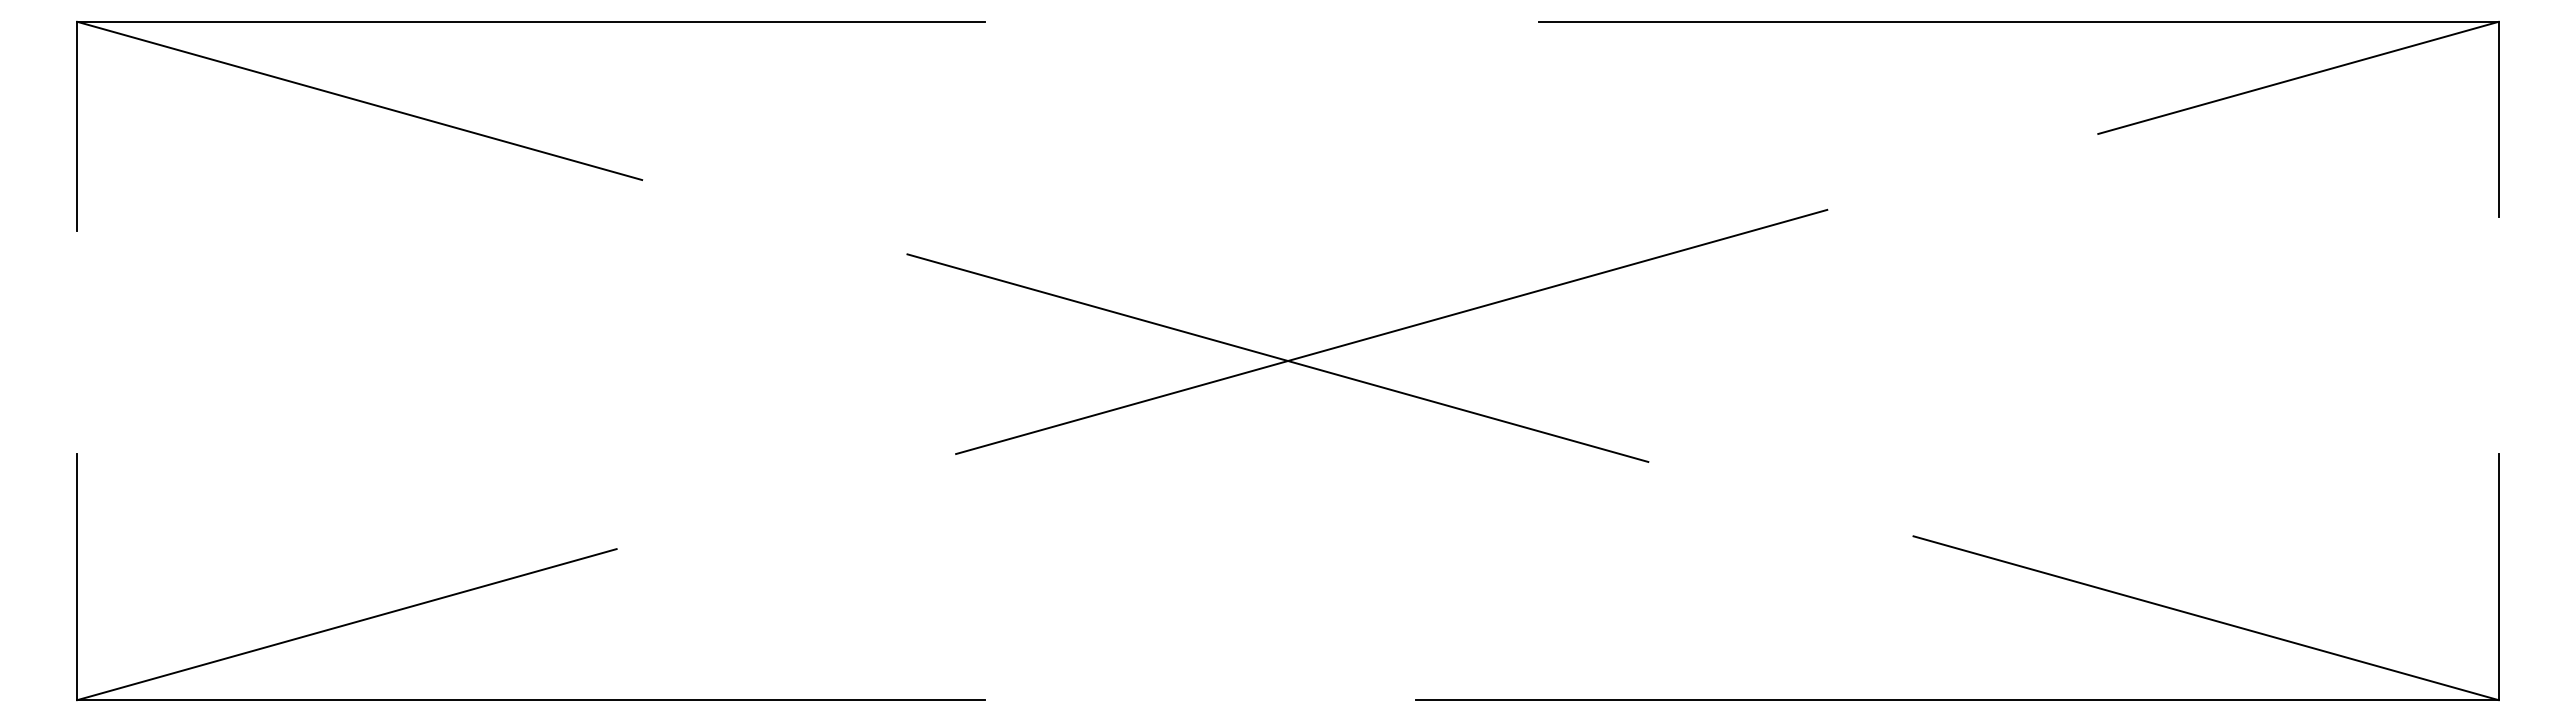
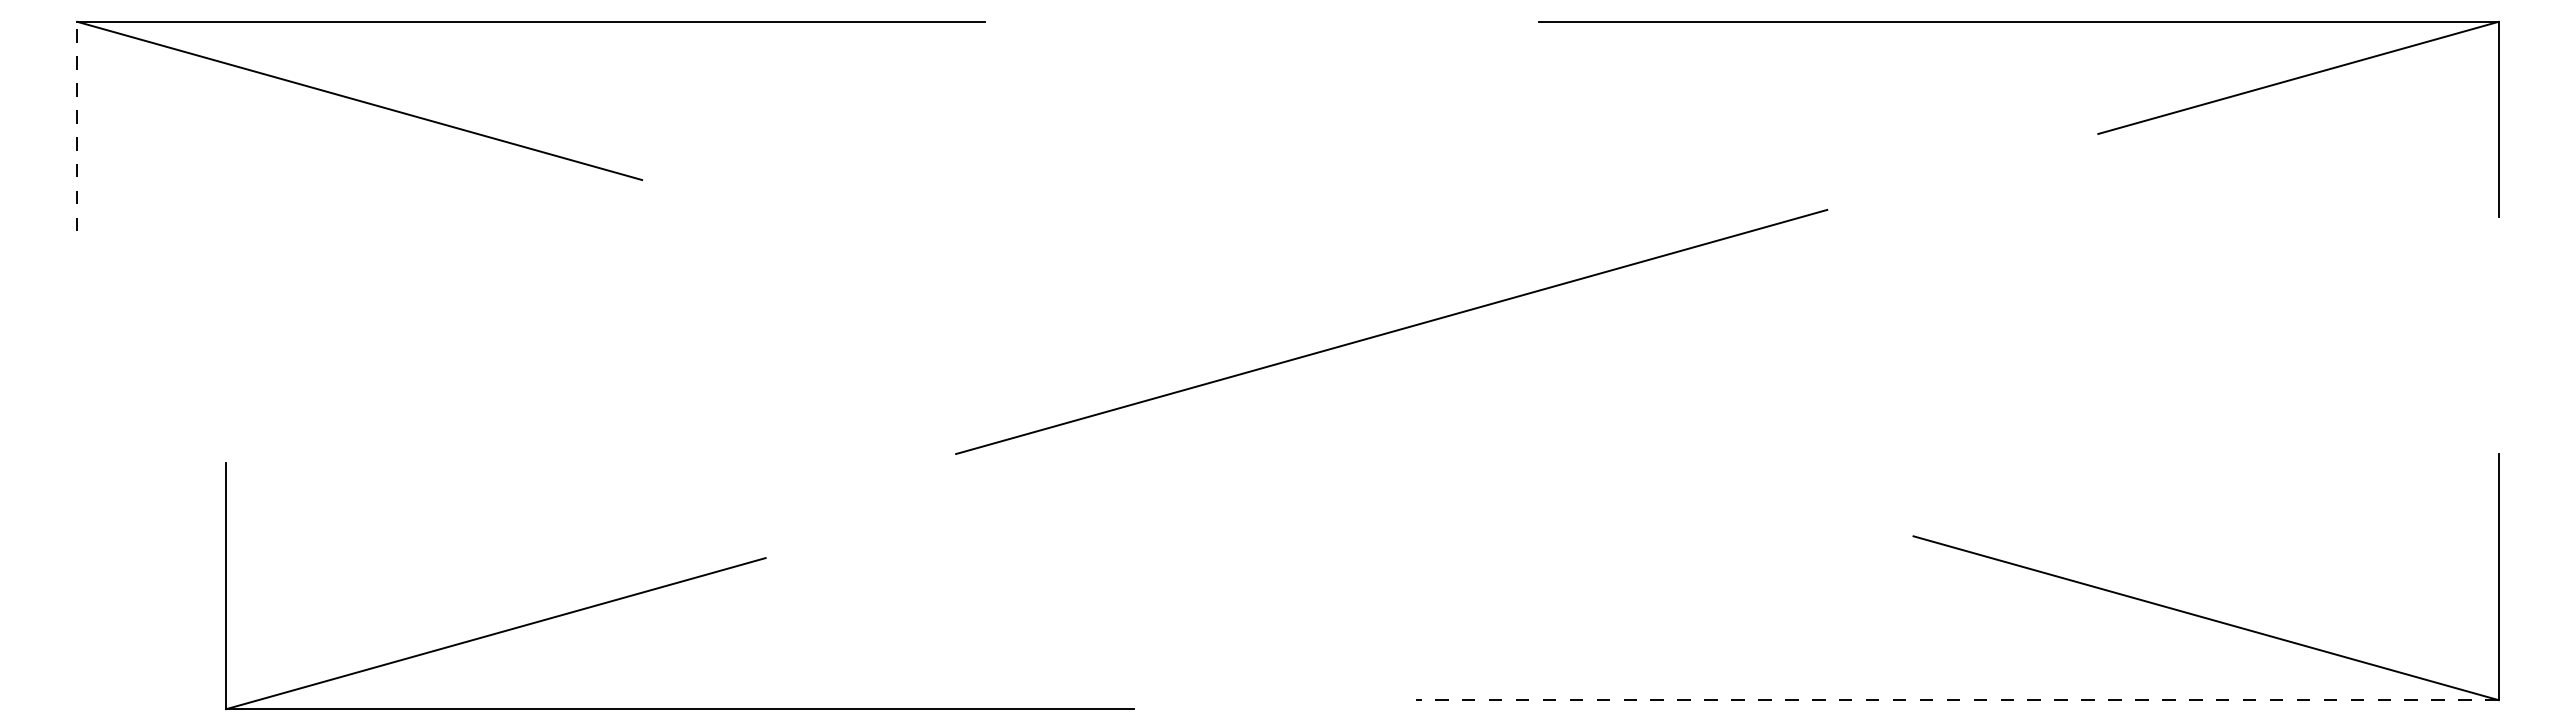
line at (77, 126): solid -> dashed
line at (1277, 357): present -> none
part at (530, 577) position: (530, 577) -> (679, 586)
line at (1957, 700): solid -> dashed
